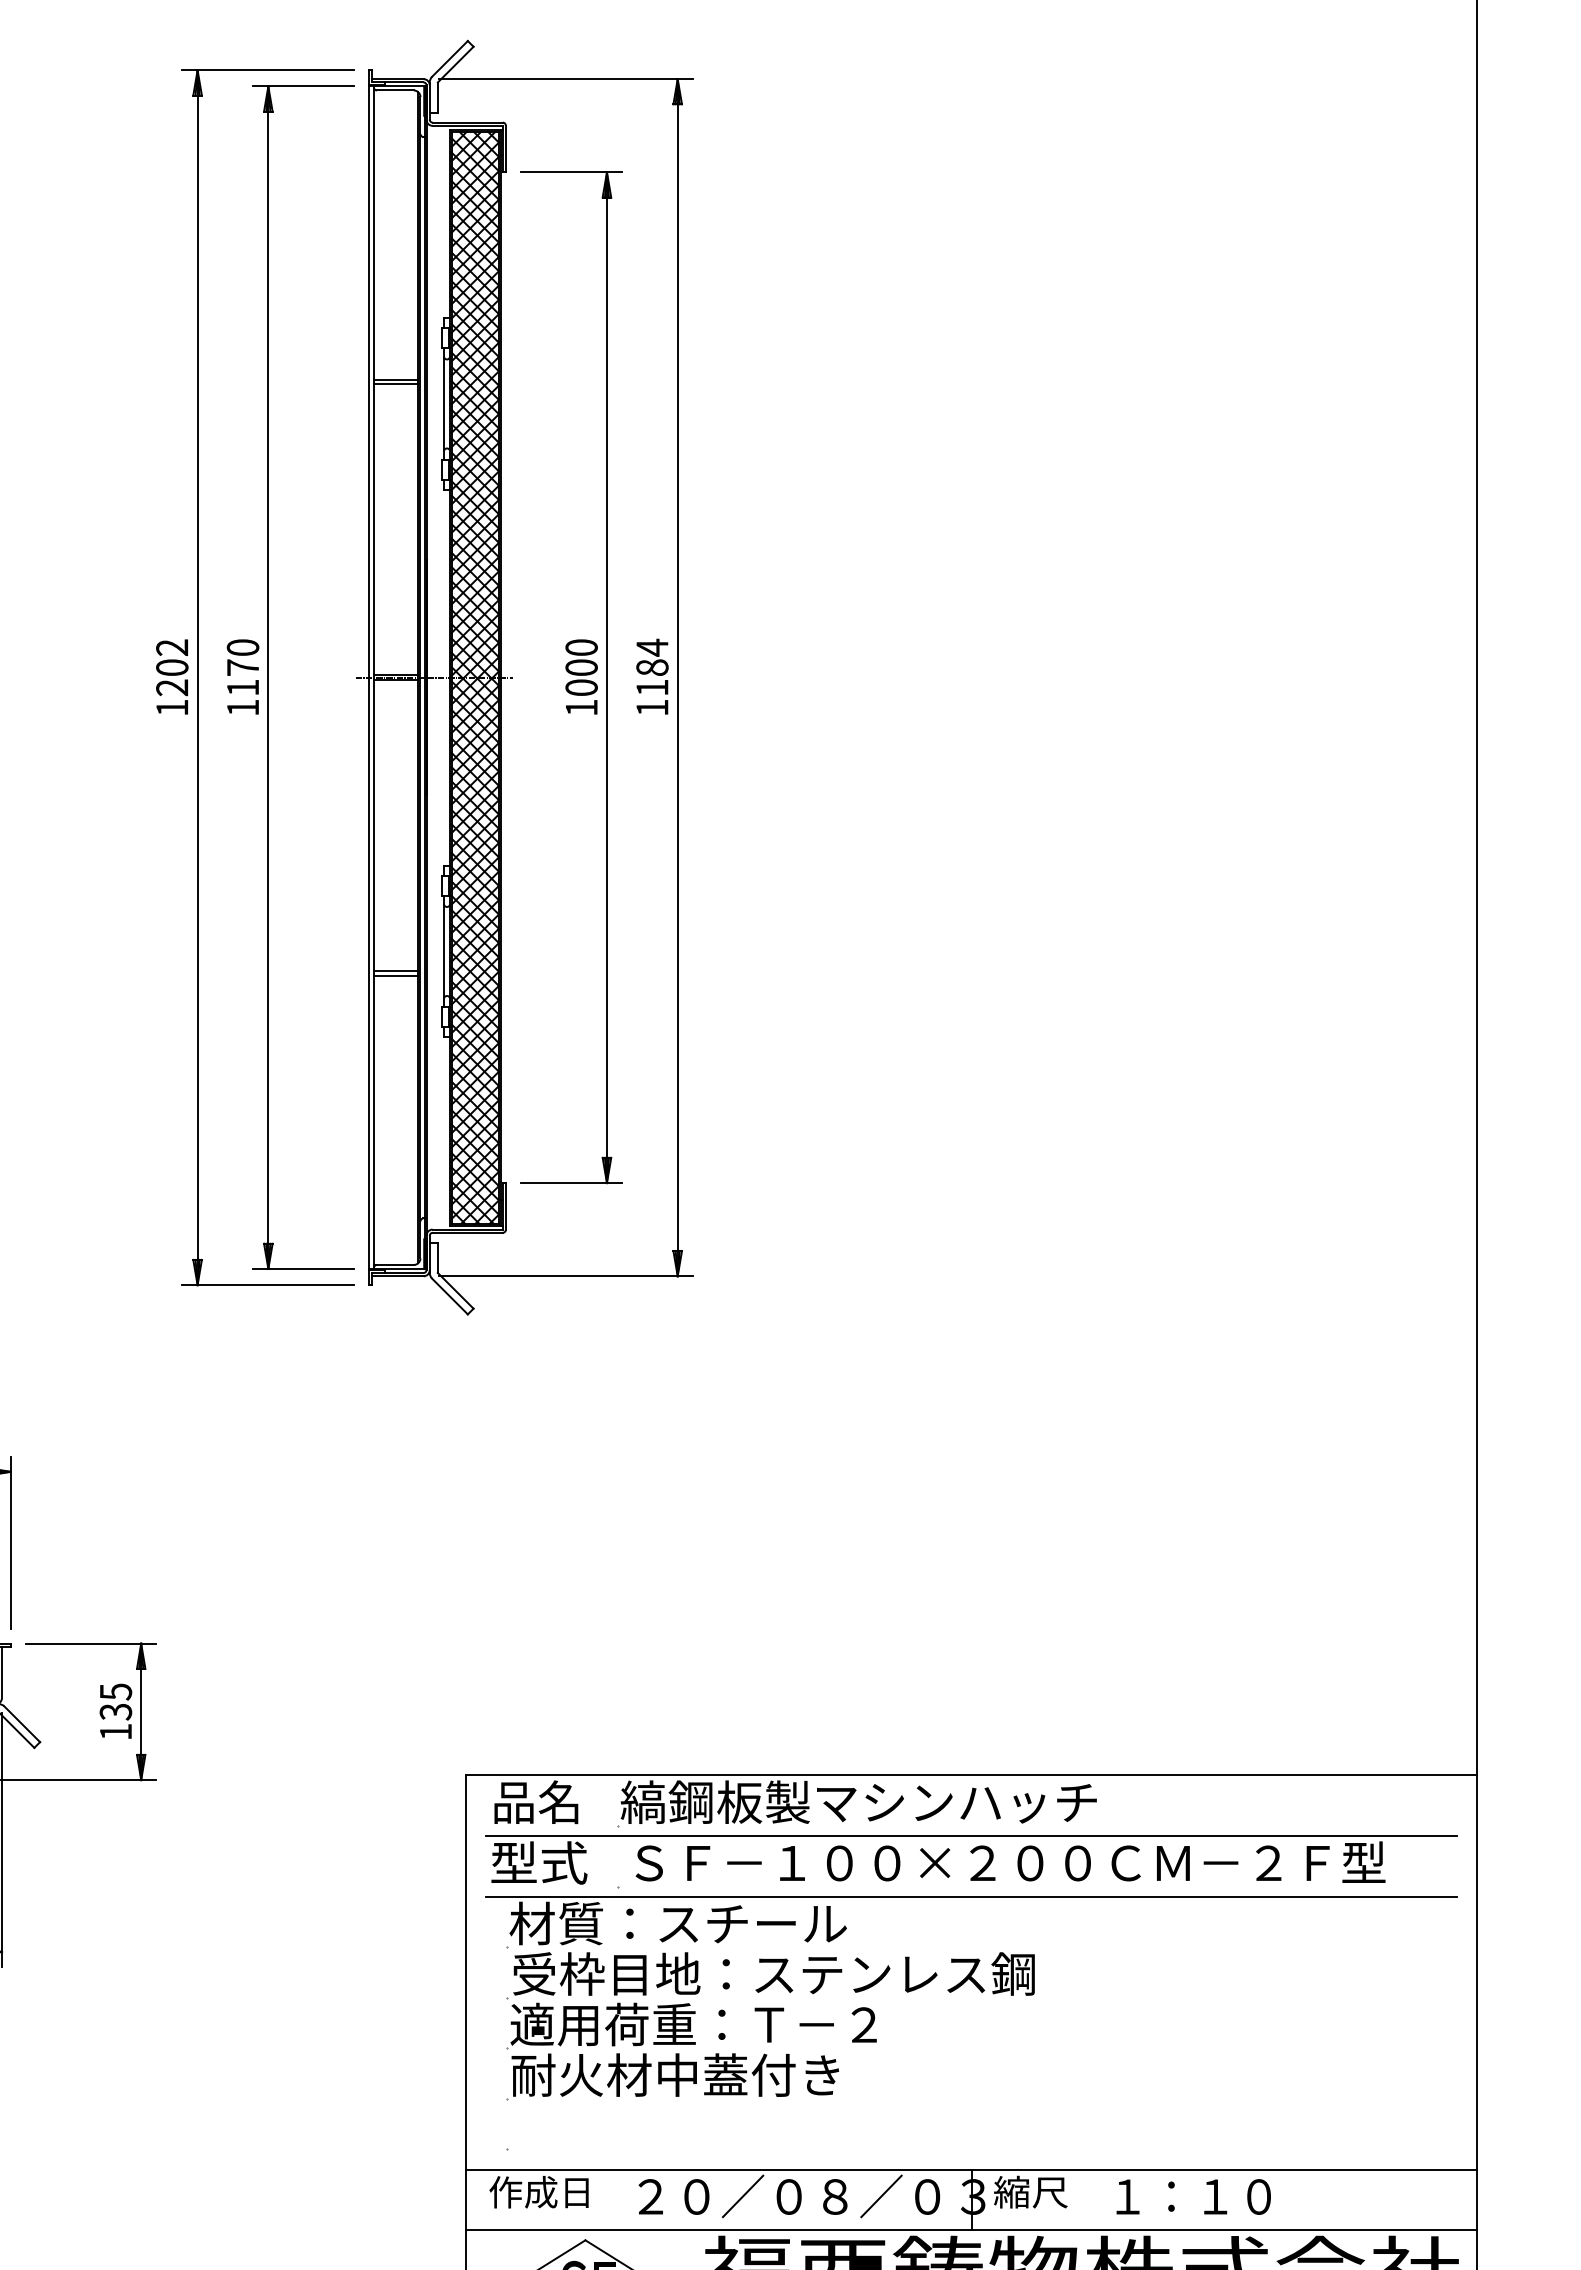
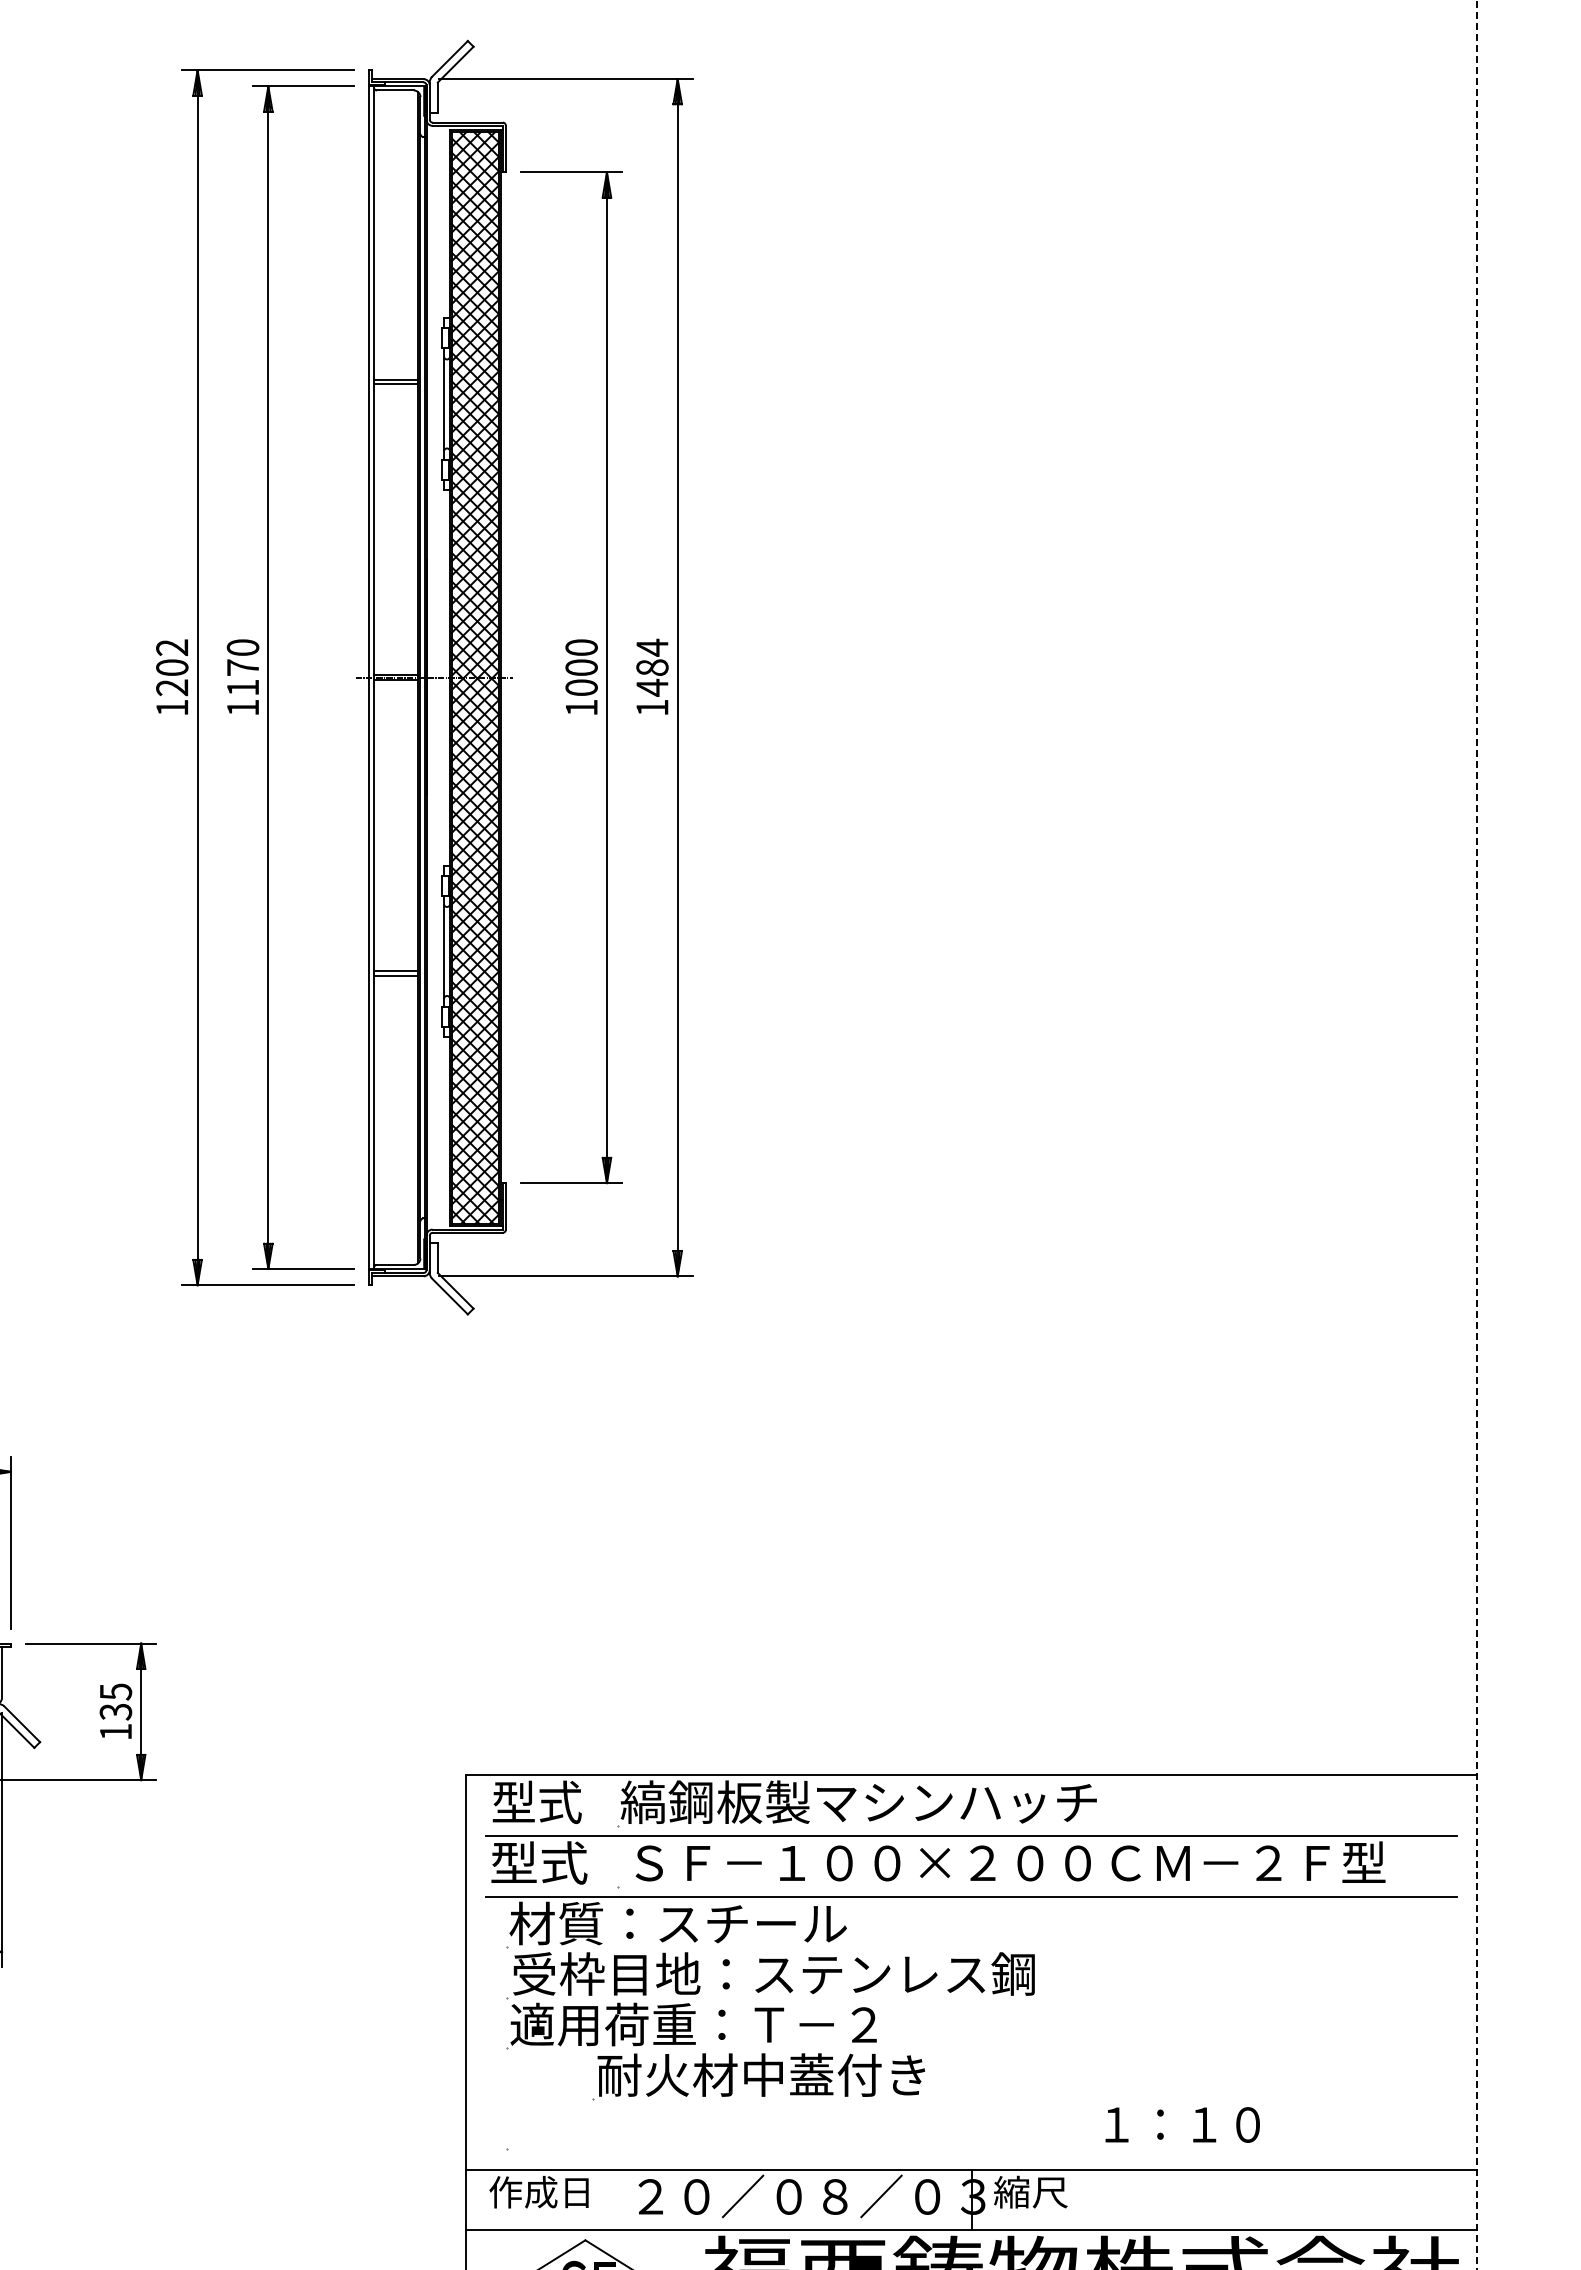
text at (652, 687): 1184 -> 1484
line at (1476, 1134): solid -> dashed
text at (536, 1801): 品名 -> 型式
part at (672, 2076) position: (672, 2076) -> (758, 2076)
text at (1193, 2196) position: (1193, 2196) -> (1182, 2124)
